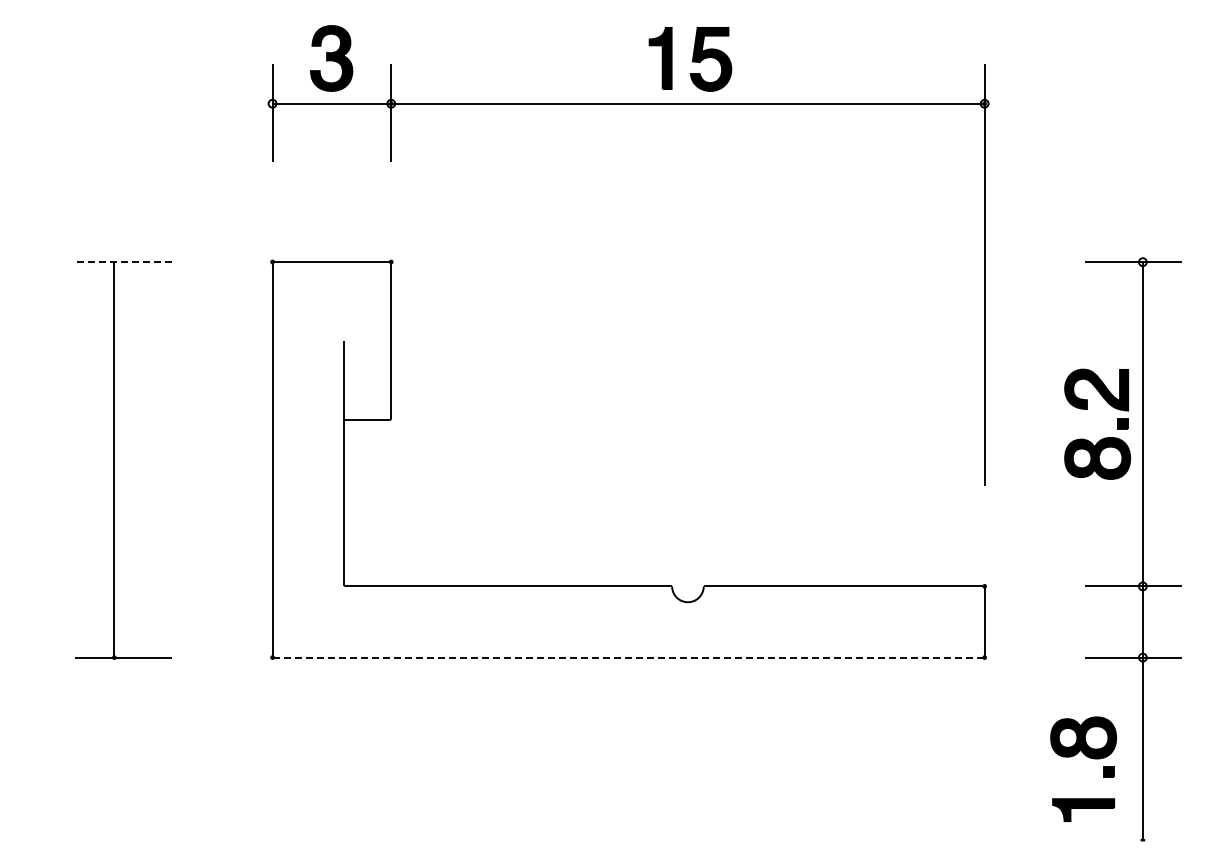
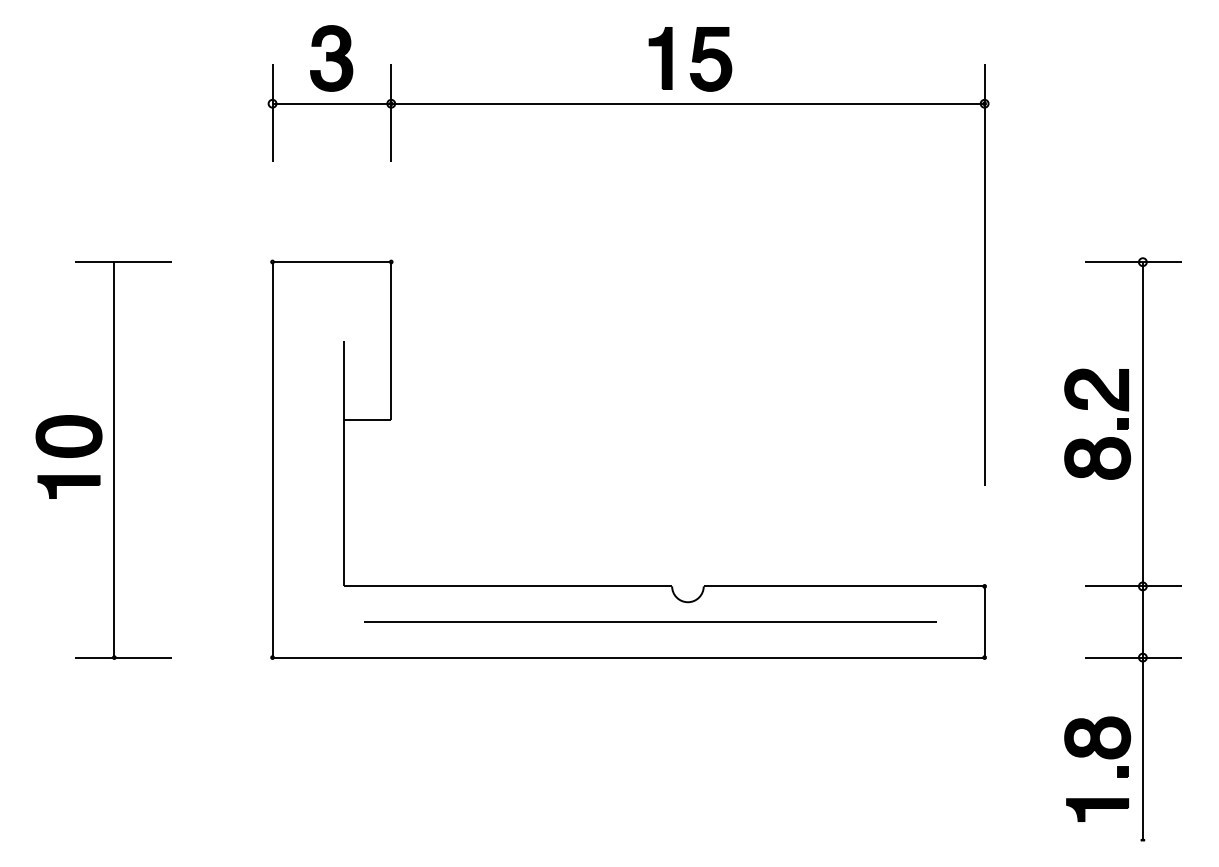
line at (123, 261): dashed -> solid
part at (68, 456): none -> present
line at (650, 621): none -> present
line at (629, 657): dashed -> solid
part at (1089, 758) position: (1089, 758) -> (1103, 758)
